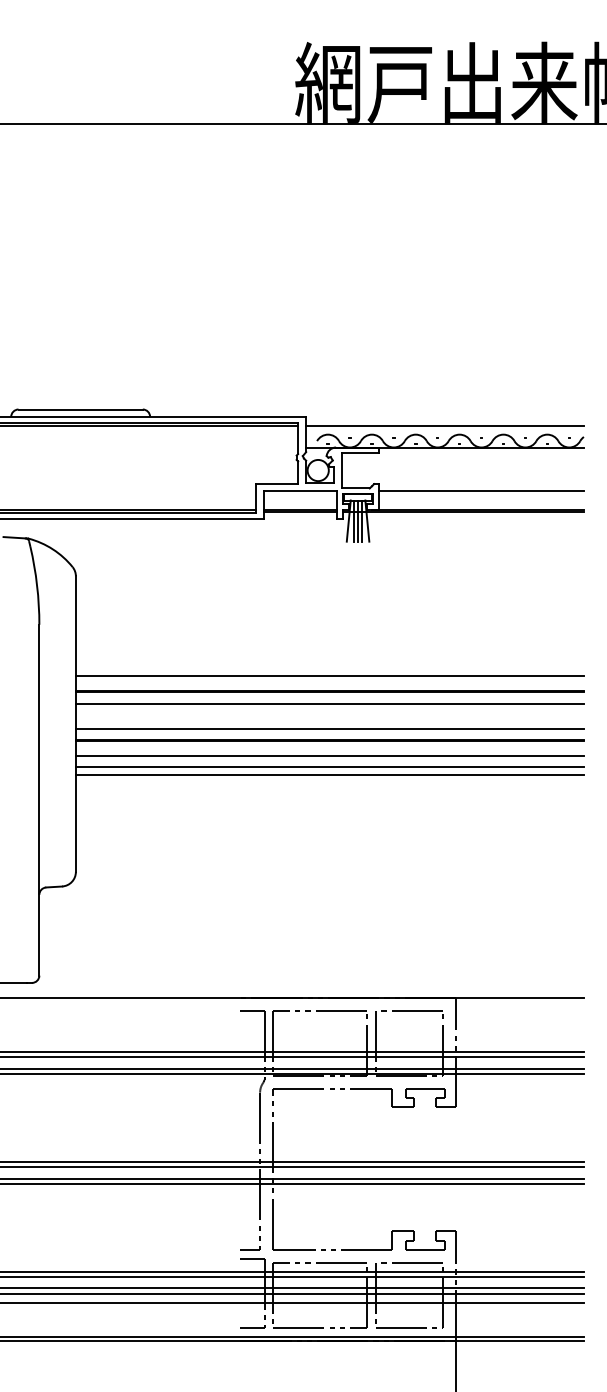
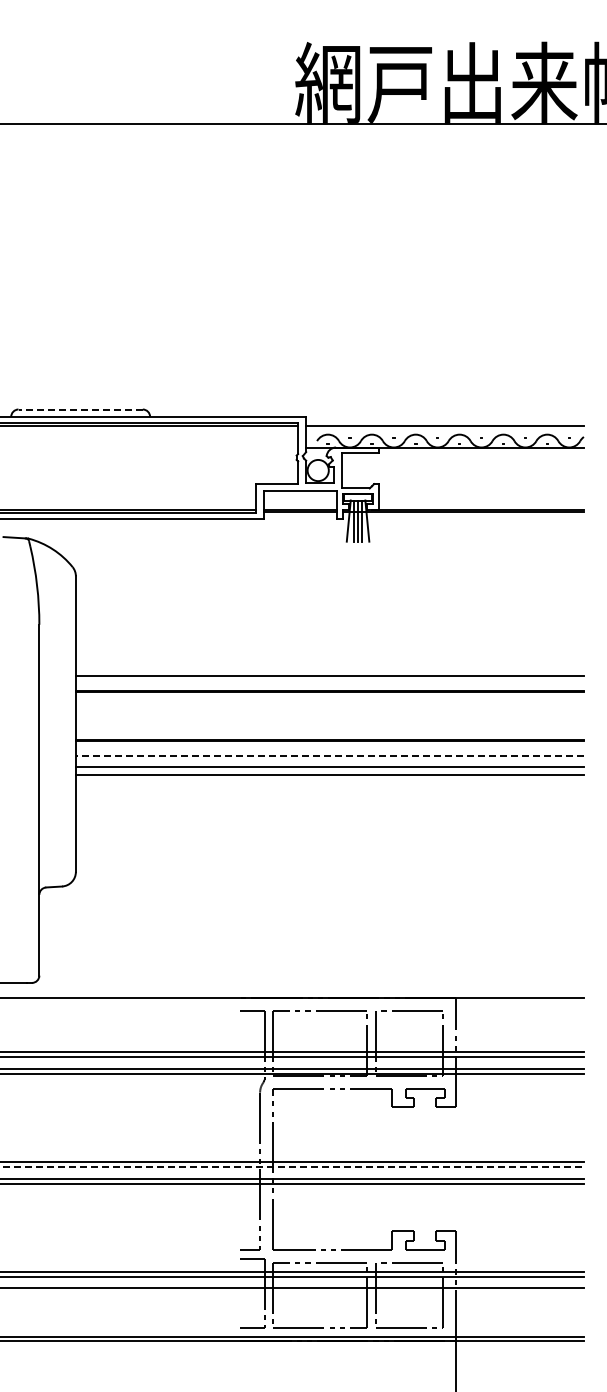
line at (80, 409): solid -> dashed
line at (481, 490): present -> none
line at (329, 703): present -> none
line at (329, 728): present -> none
line at (329, 756): solid -> dashed
line at (292, 1167): solid -> dashed
line at (292, 1293): present -> none
line at (292, 1303): present -> none
